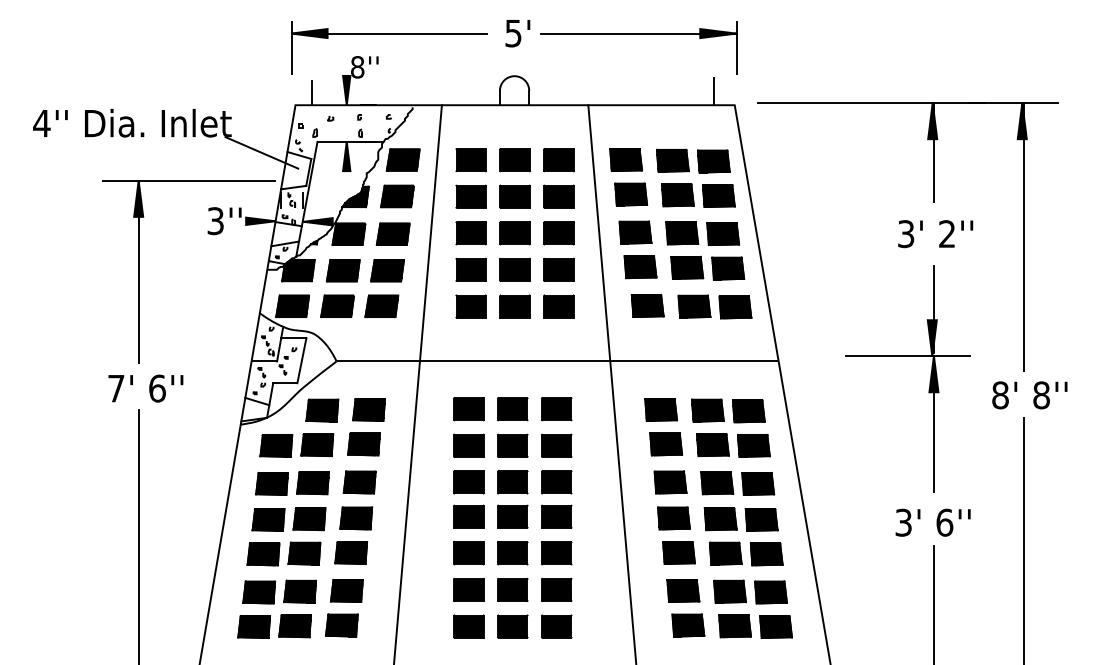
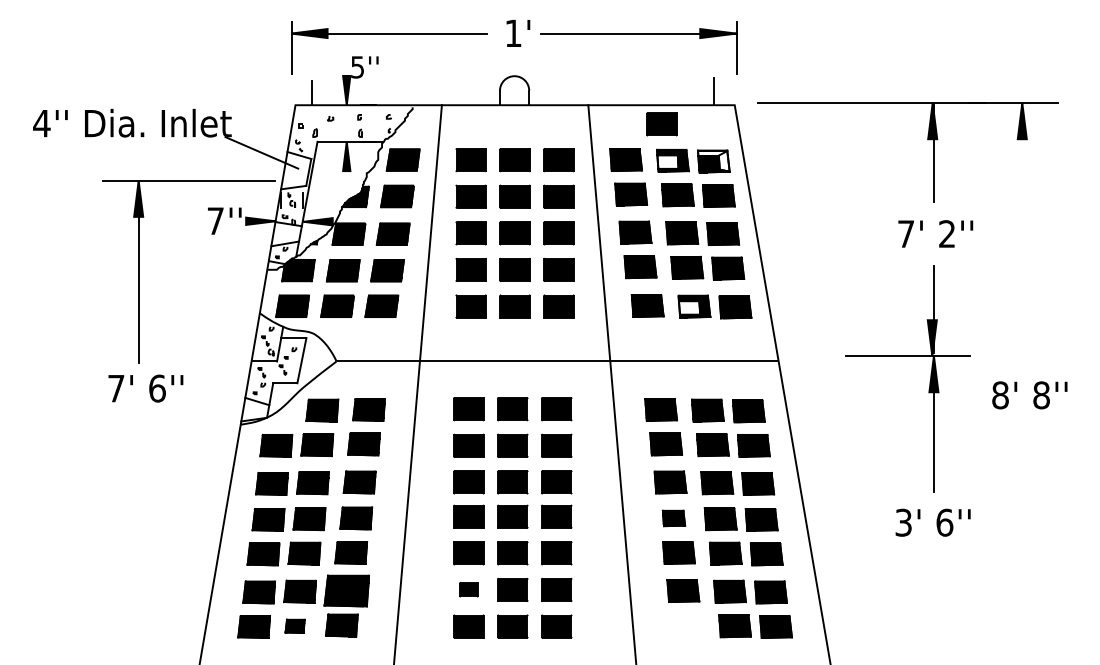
text at (513, 33): 5' -> 1'
text at (357, 67): 8'' -> 5''
part at (661, 124): none -> present
fill at (713, 160): present -> none
fill at (667, 161): present -> none
text at (215, 221): 3'' -> 7''
text at (906, 234): 3' -> 7'
line at (1023, 236): present -> none
fill at (689, 307): present -> none
part at (673, 518) size: 34x25 px -> 26x19 px
line at (138, 535): present -> none
line at (1023, 539): present -> none
part at (468, 589) size: 32x25 px -> 20x16 px
part at (346, 590) size: 34x24 px -> 47x34 px
line at (933, 603): present -> none
part at (688, 625): present -> none
part at (294, 626) size: 34x25 px -> 22x16 px
